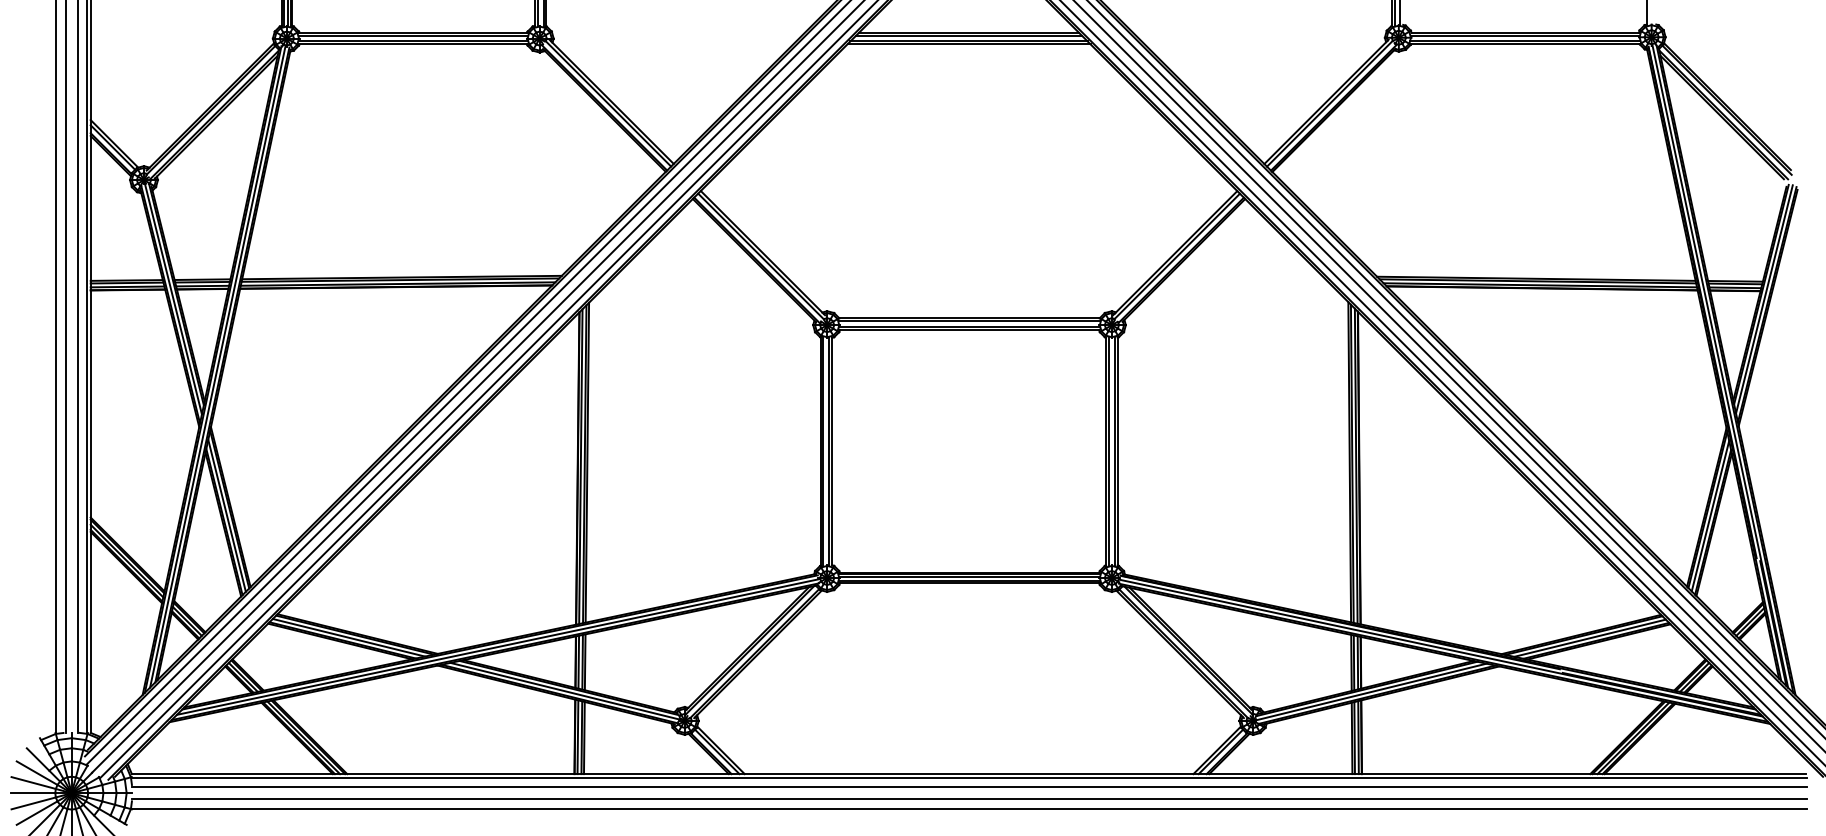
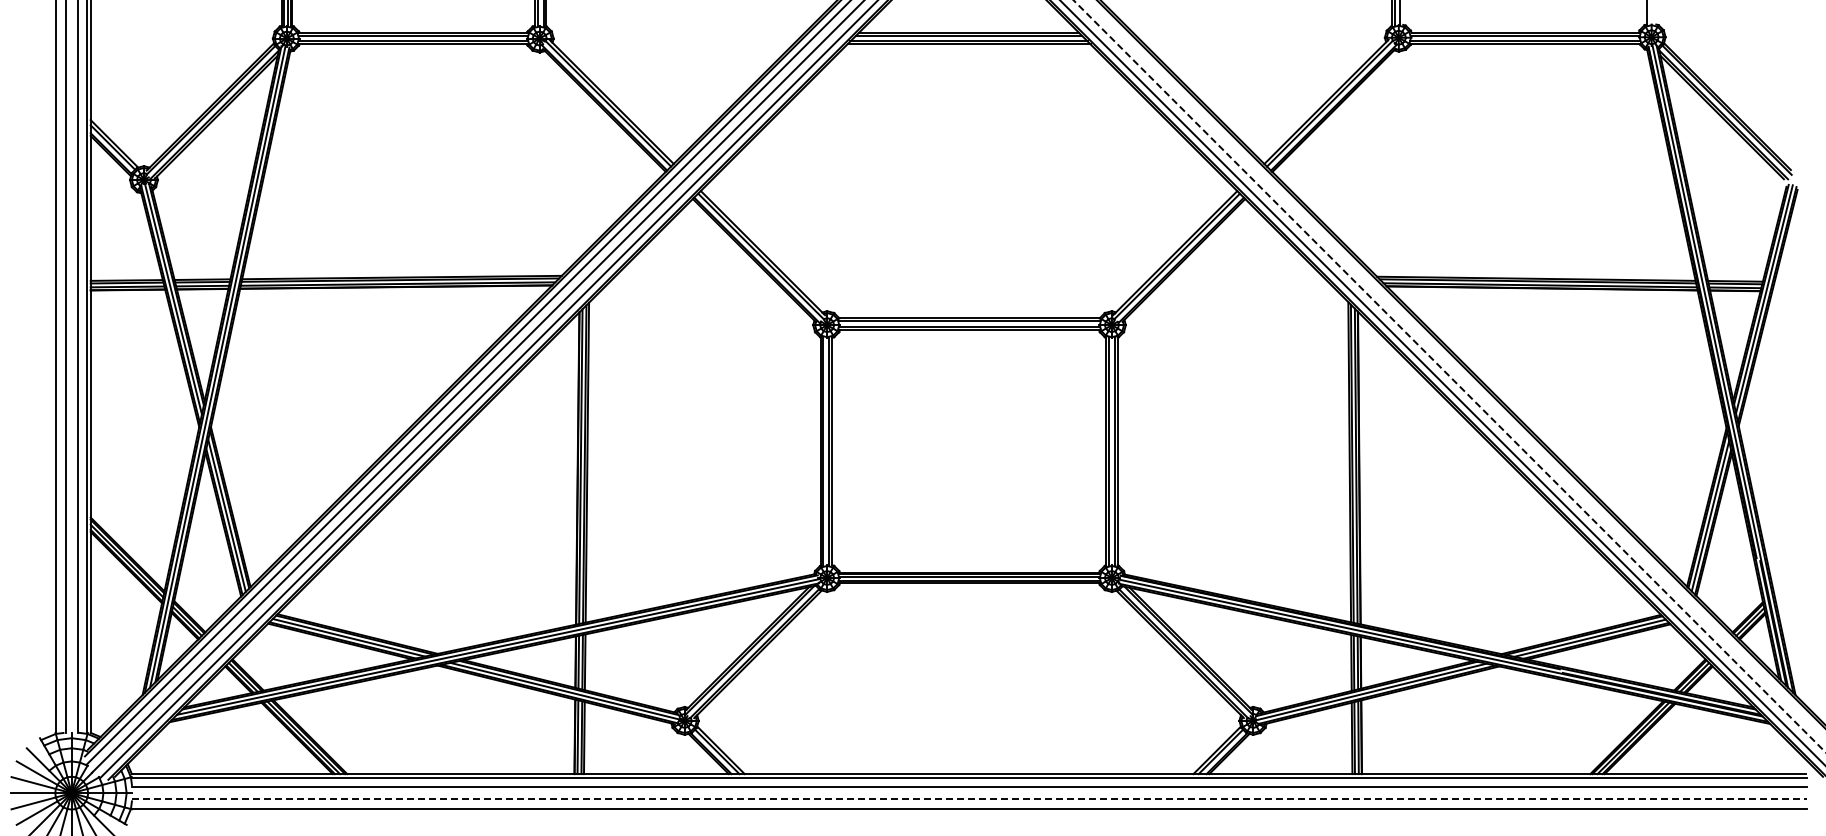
line at (1455, 368): present -> none
line at (1449, 376): solid -> dashed
line at (969, 799): solid -> dashed
